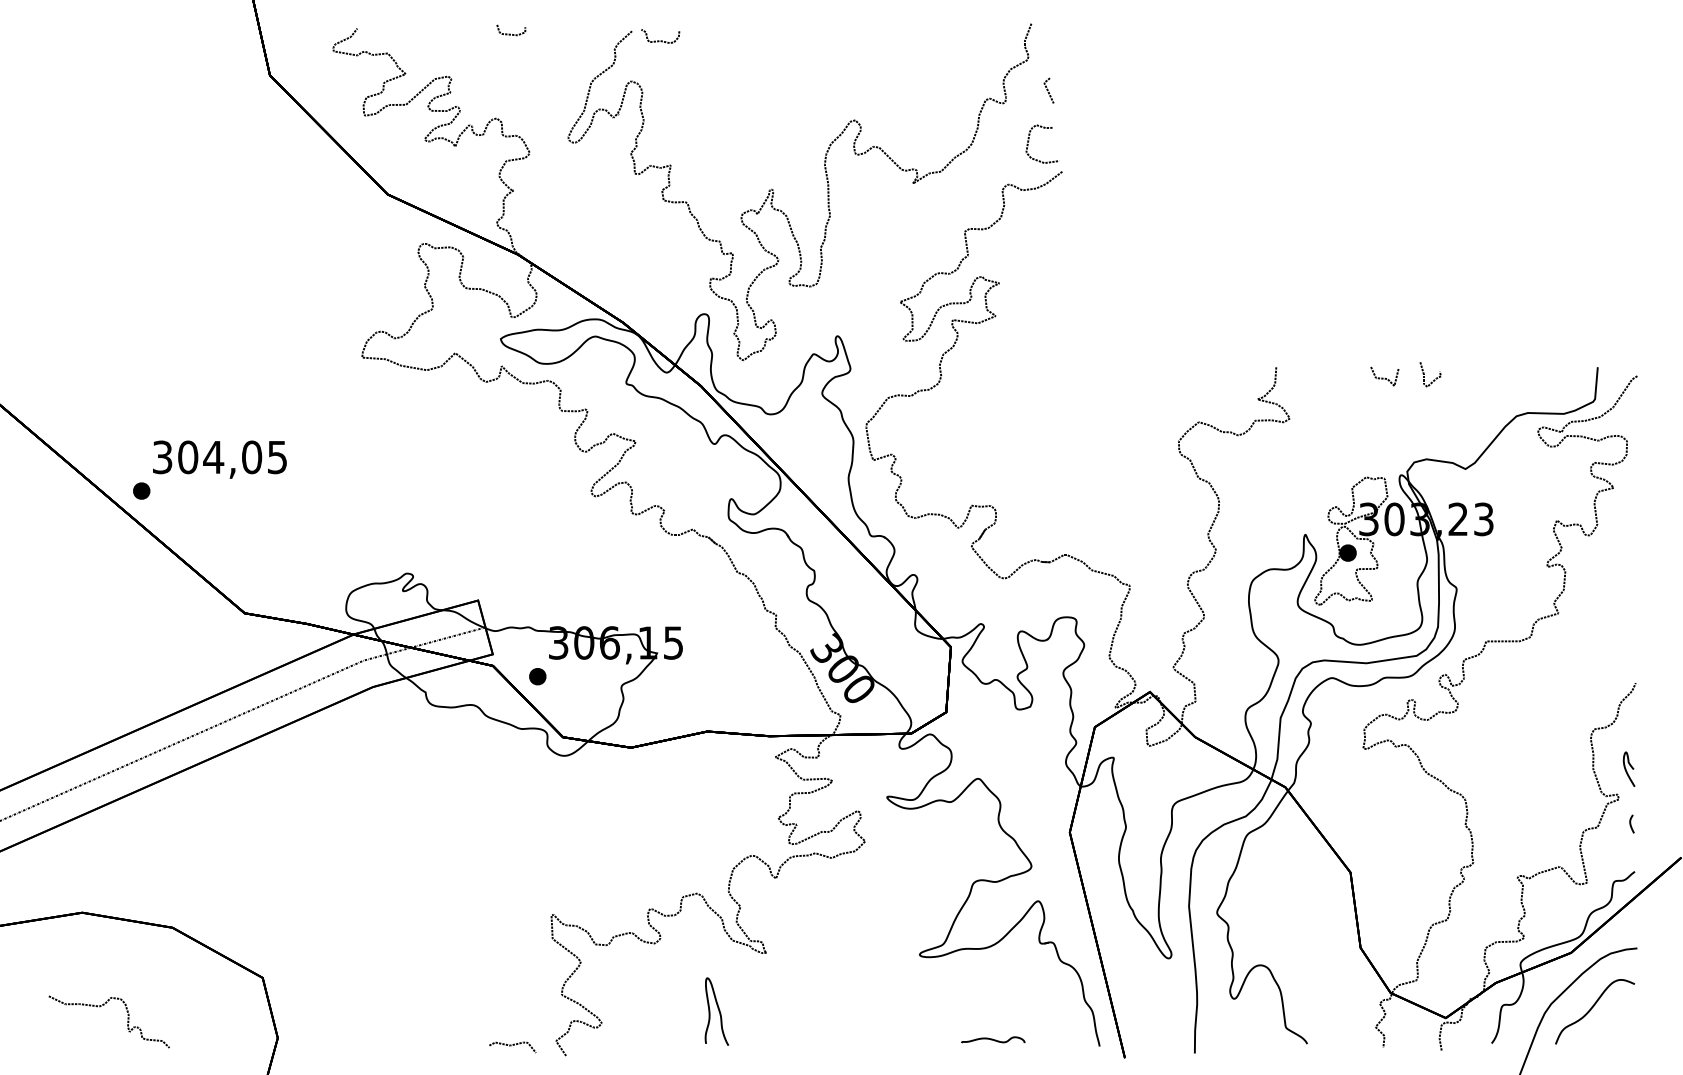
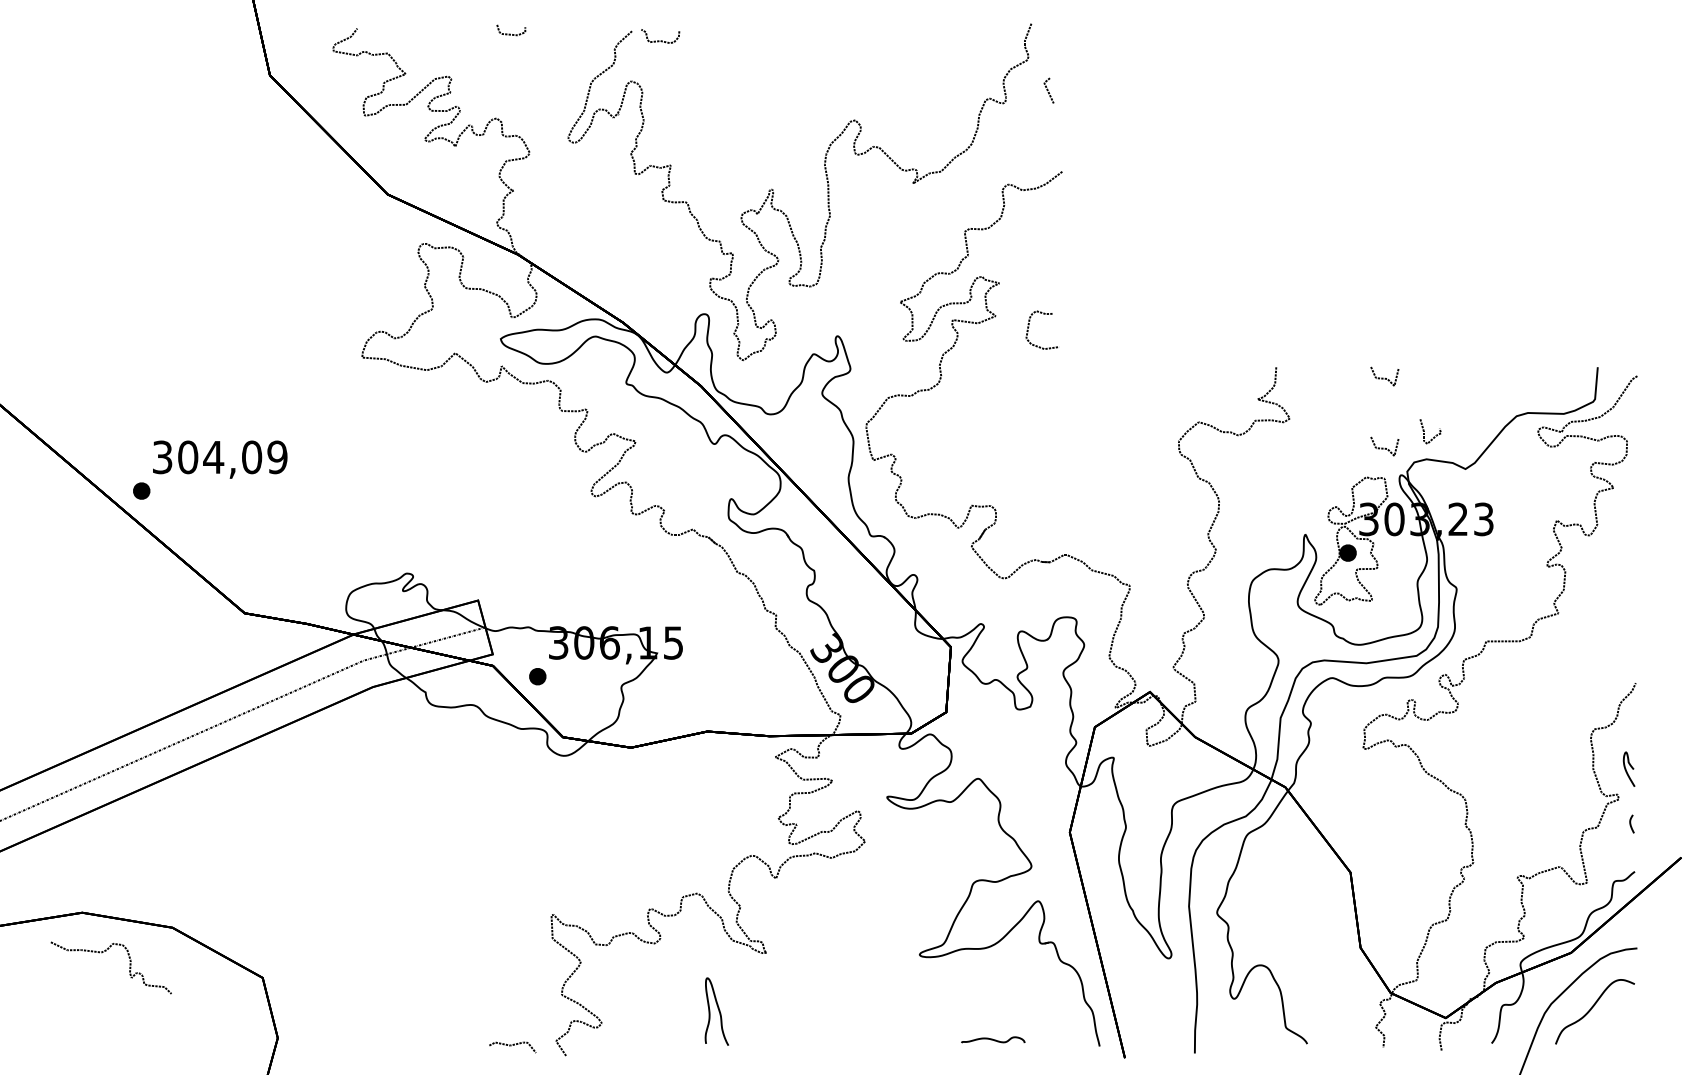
curve at (1029, 141) position: (1029, 141) -> (1029, 327)
curve at (1424, 374) position: (1424, 374) -> (1424, 431)
line at (1383, 447): none -> present
text at (277, 456): 304,05 -> 304,09
curve at (100, 1007) position: (100, 1007) -> (102, 953)
